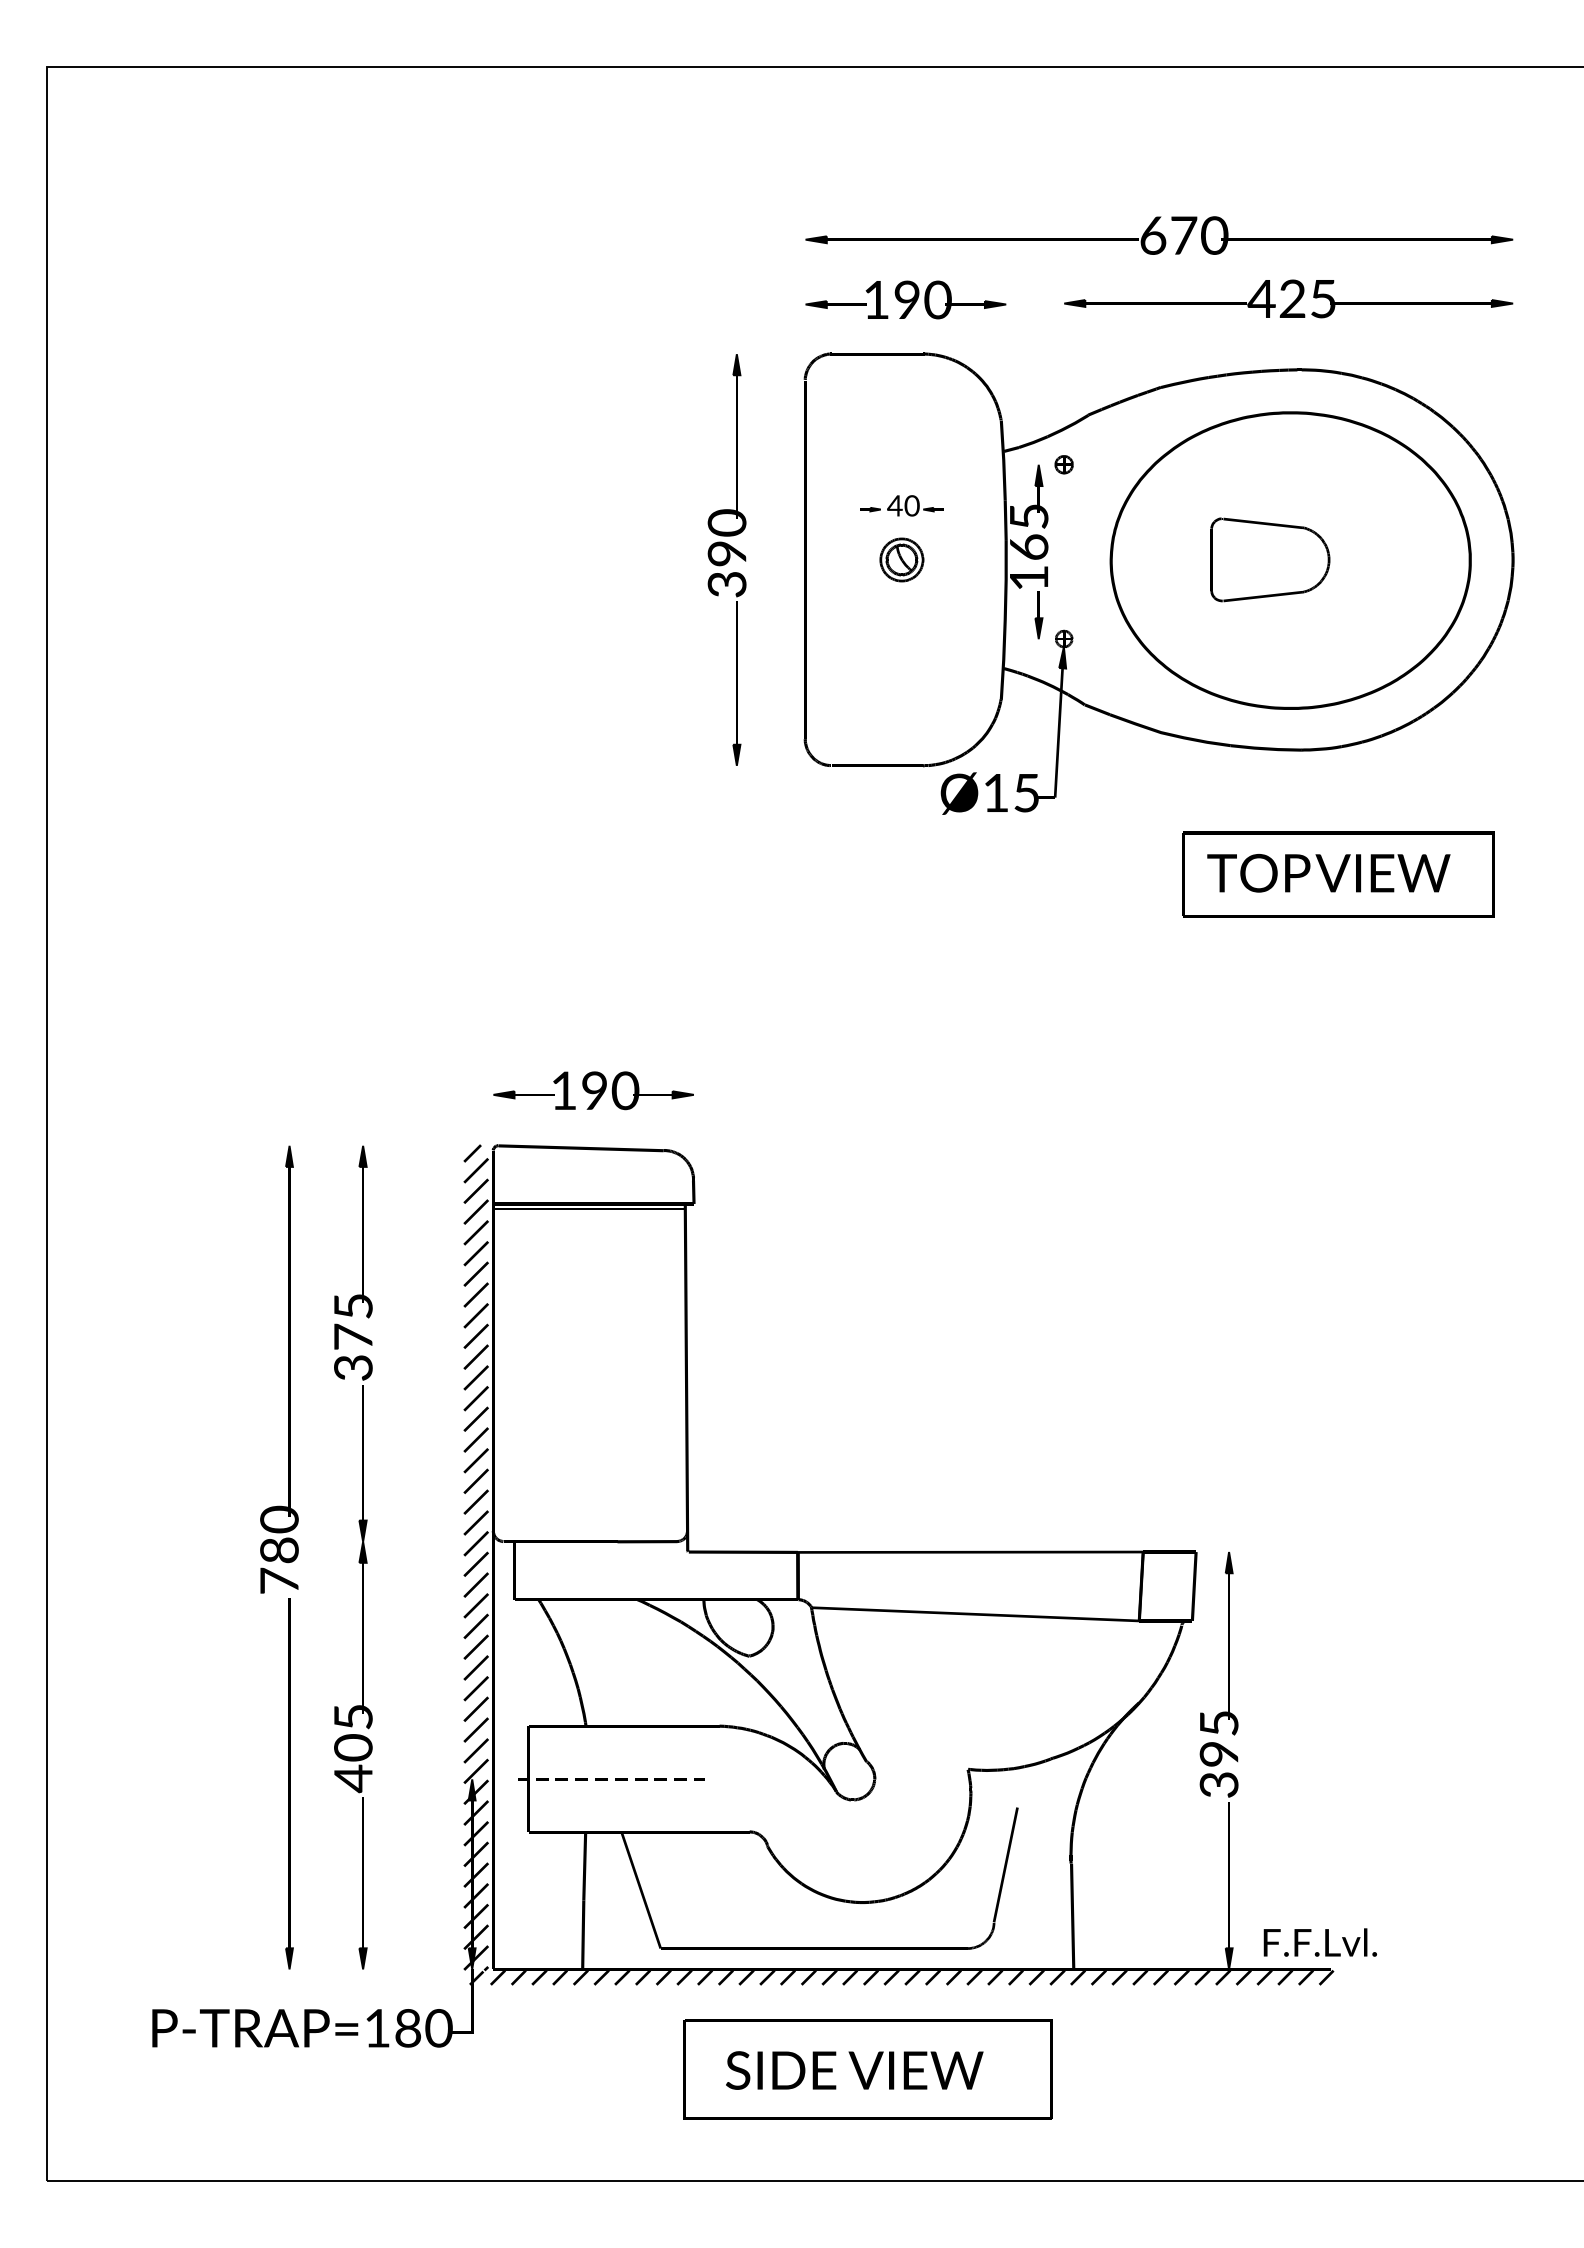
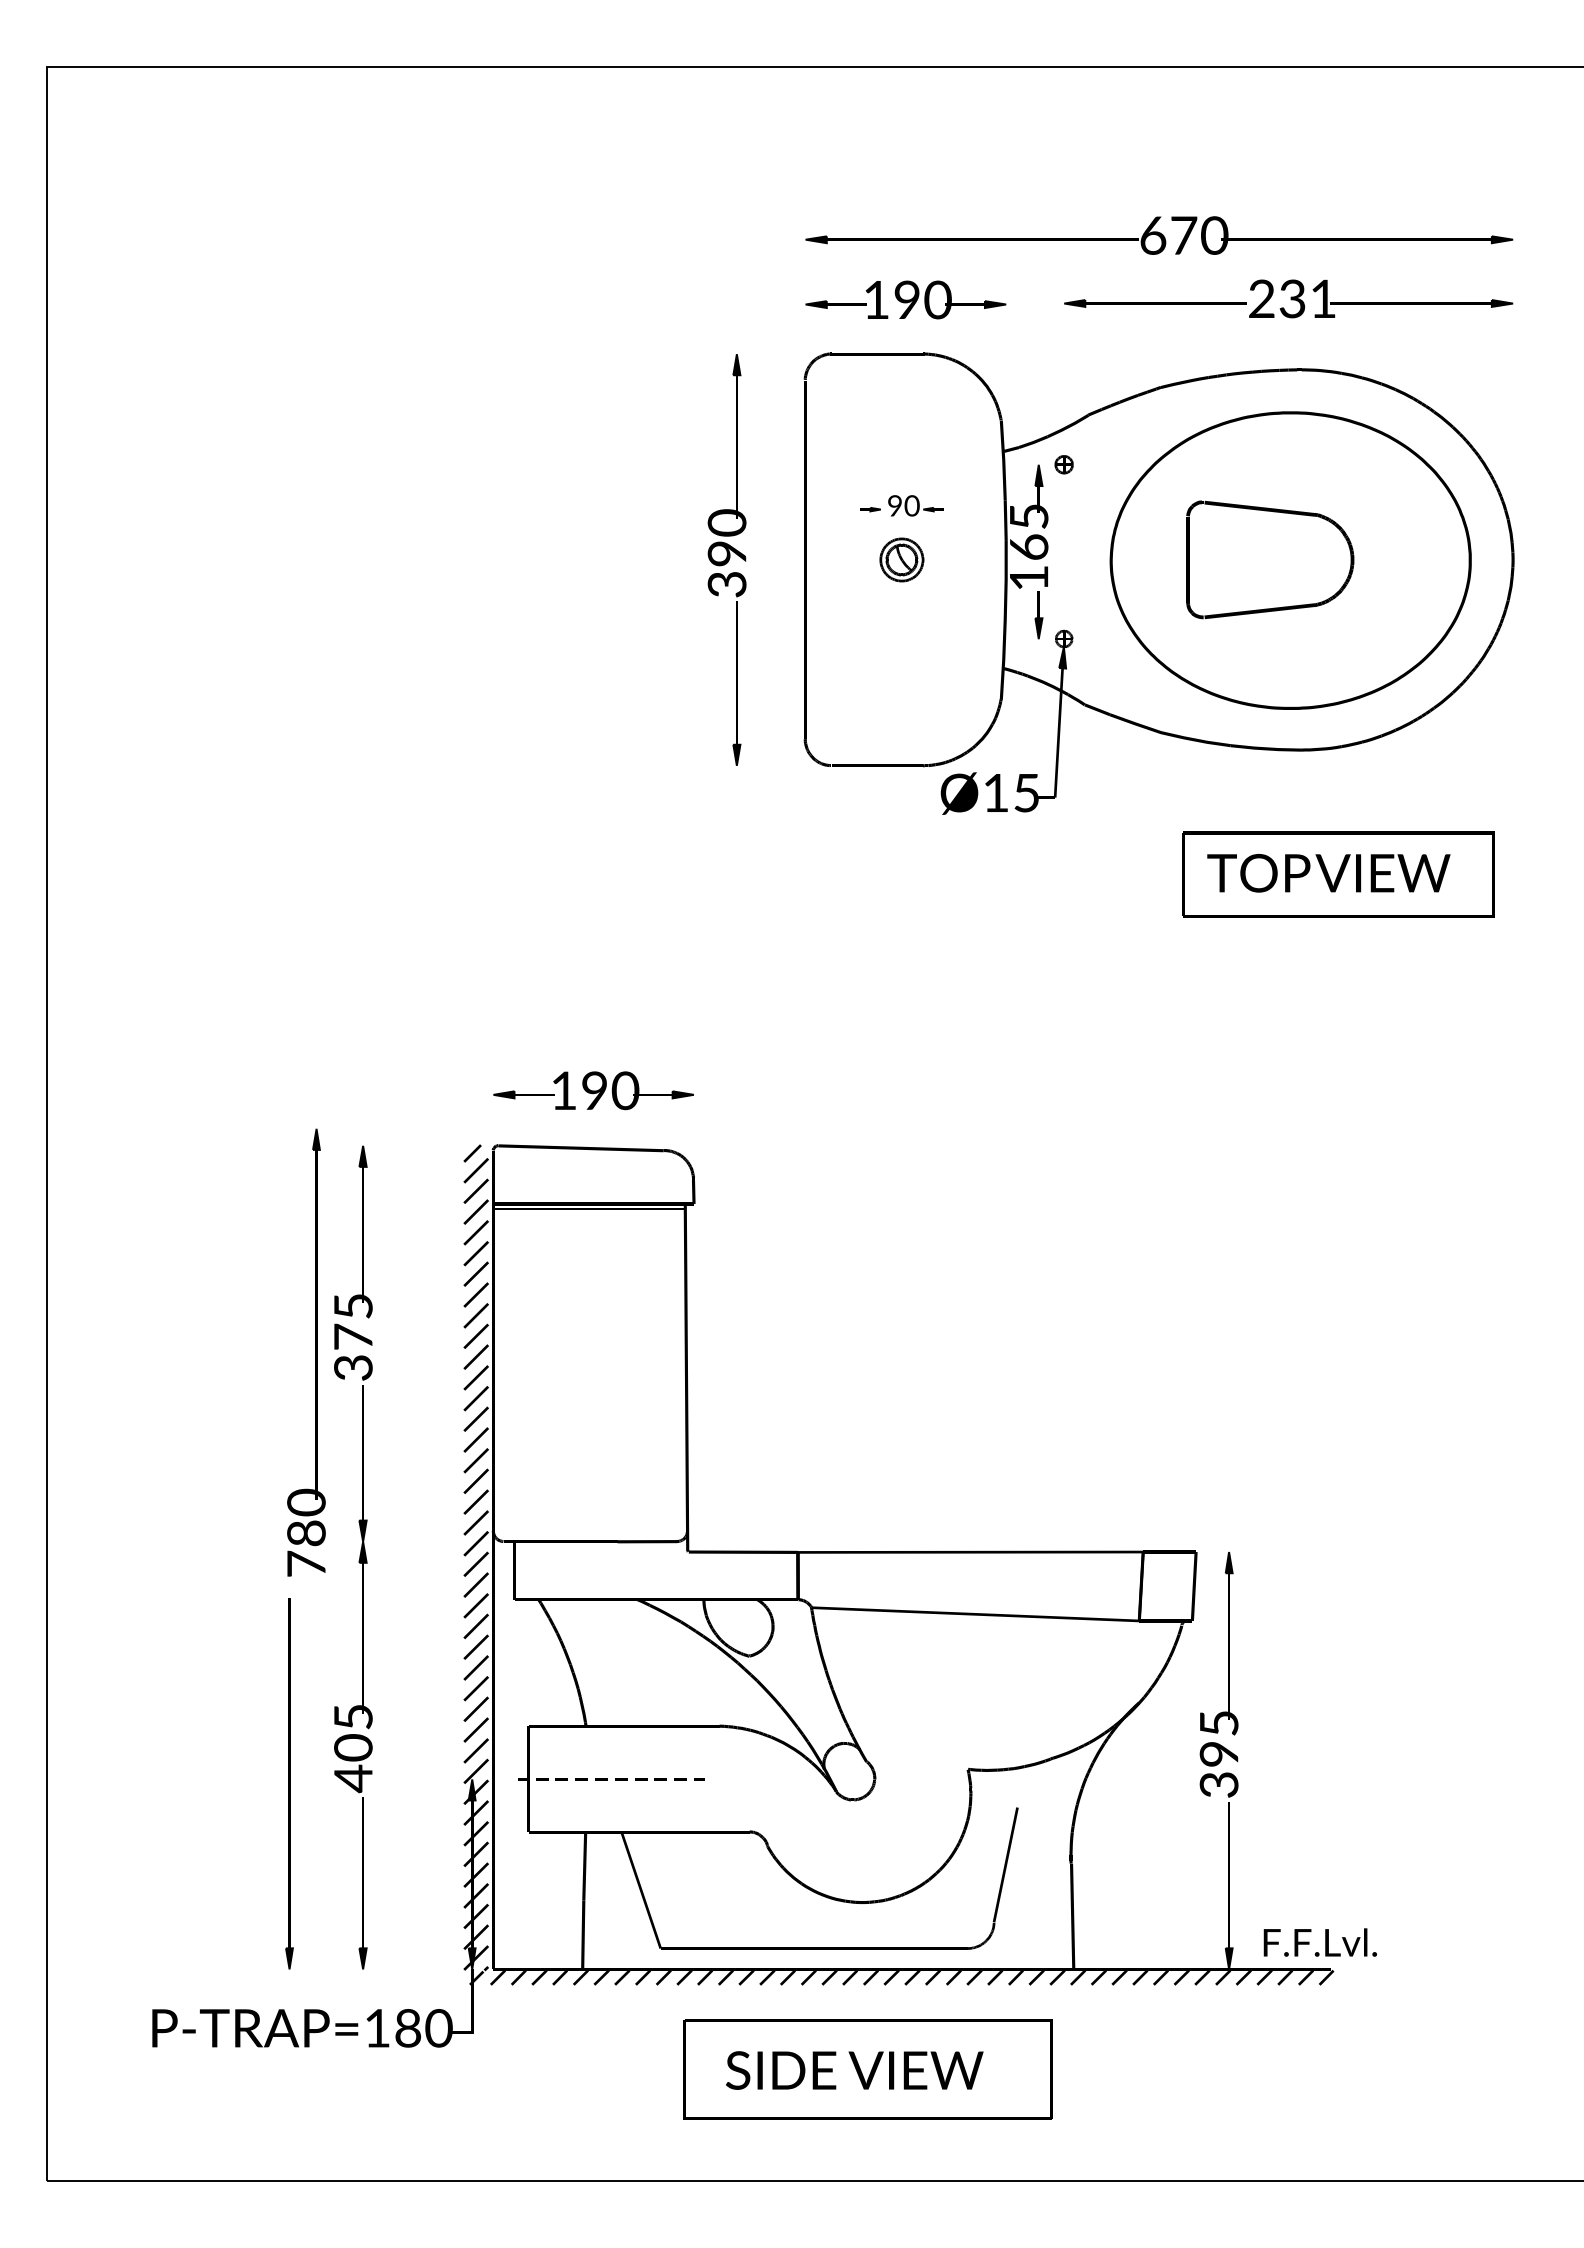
text at (1291, 298): 425 -> 231
text at (894, 505): 40 -> 90
part at (1270, 559) size: 121x86 px -> 169x120 px
part at (288, 1369) position: (288, 1369) -> (315, 1352)
